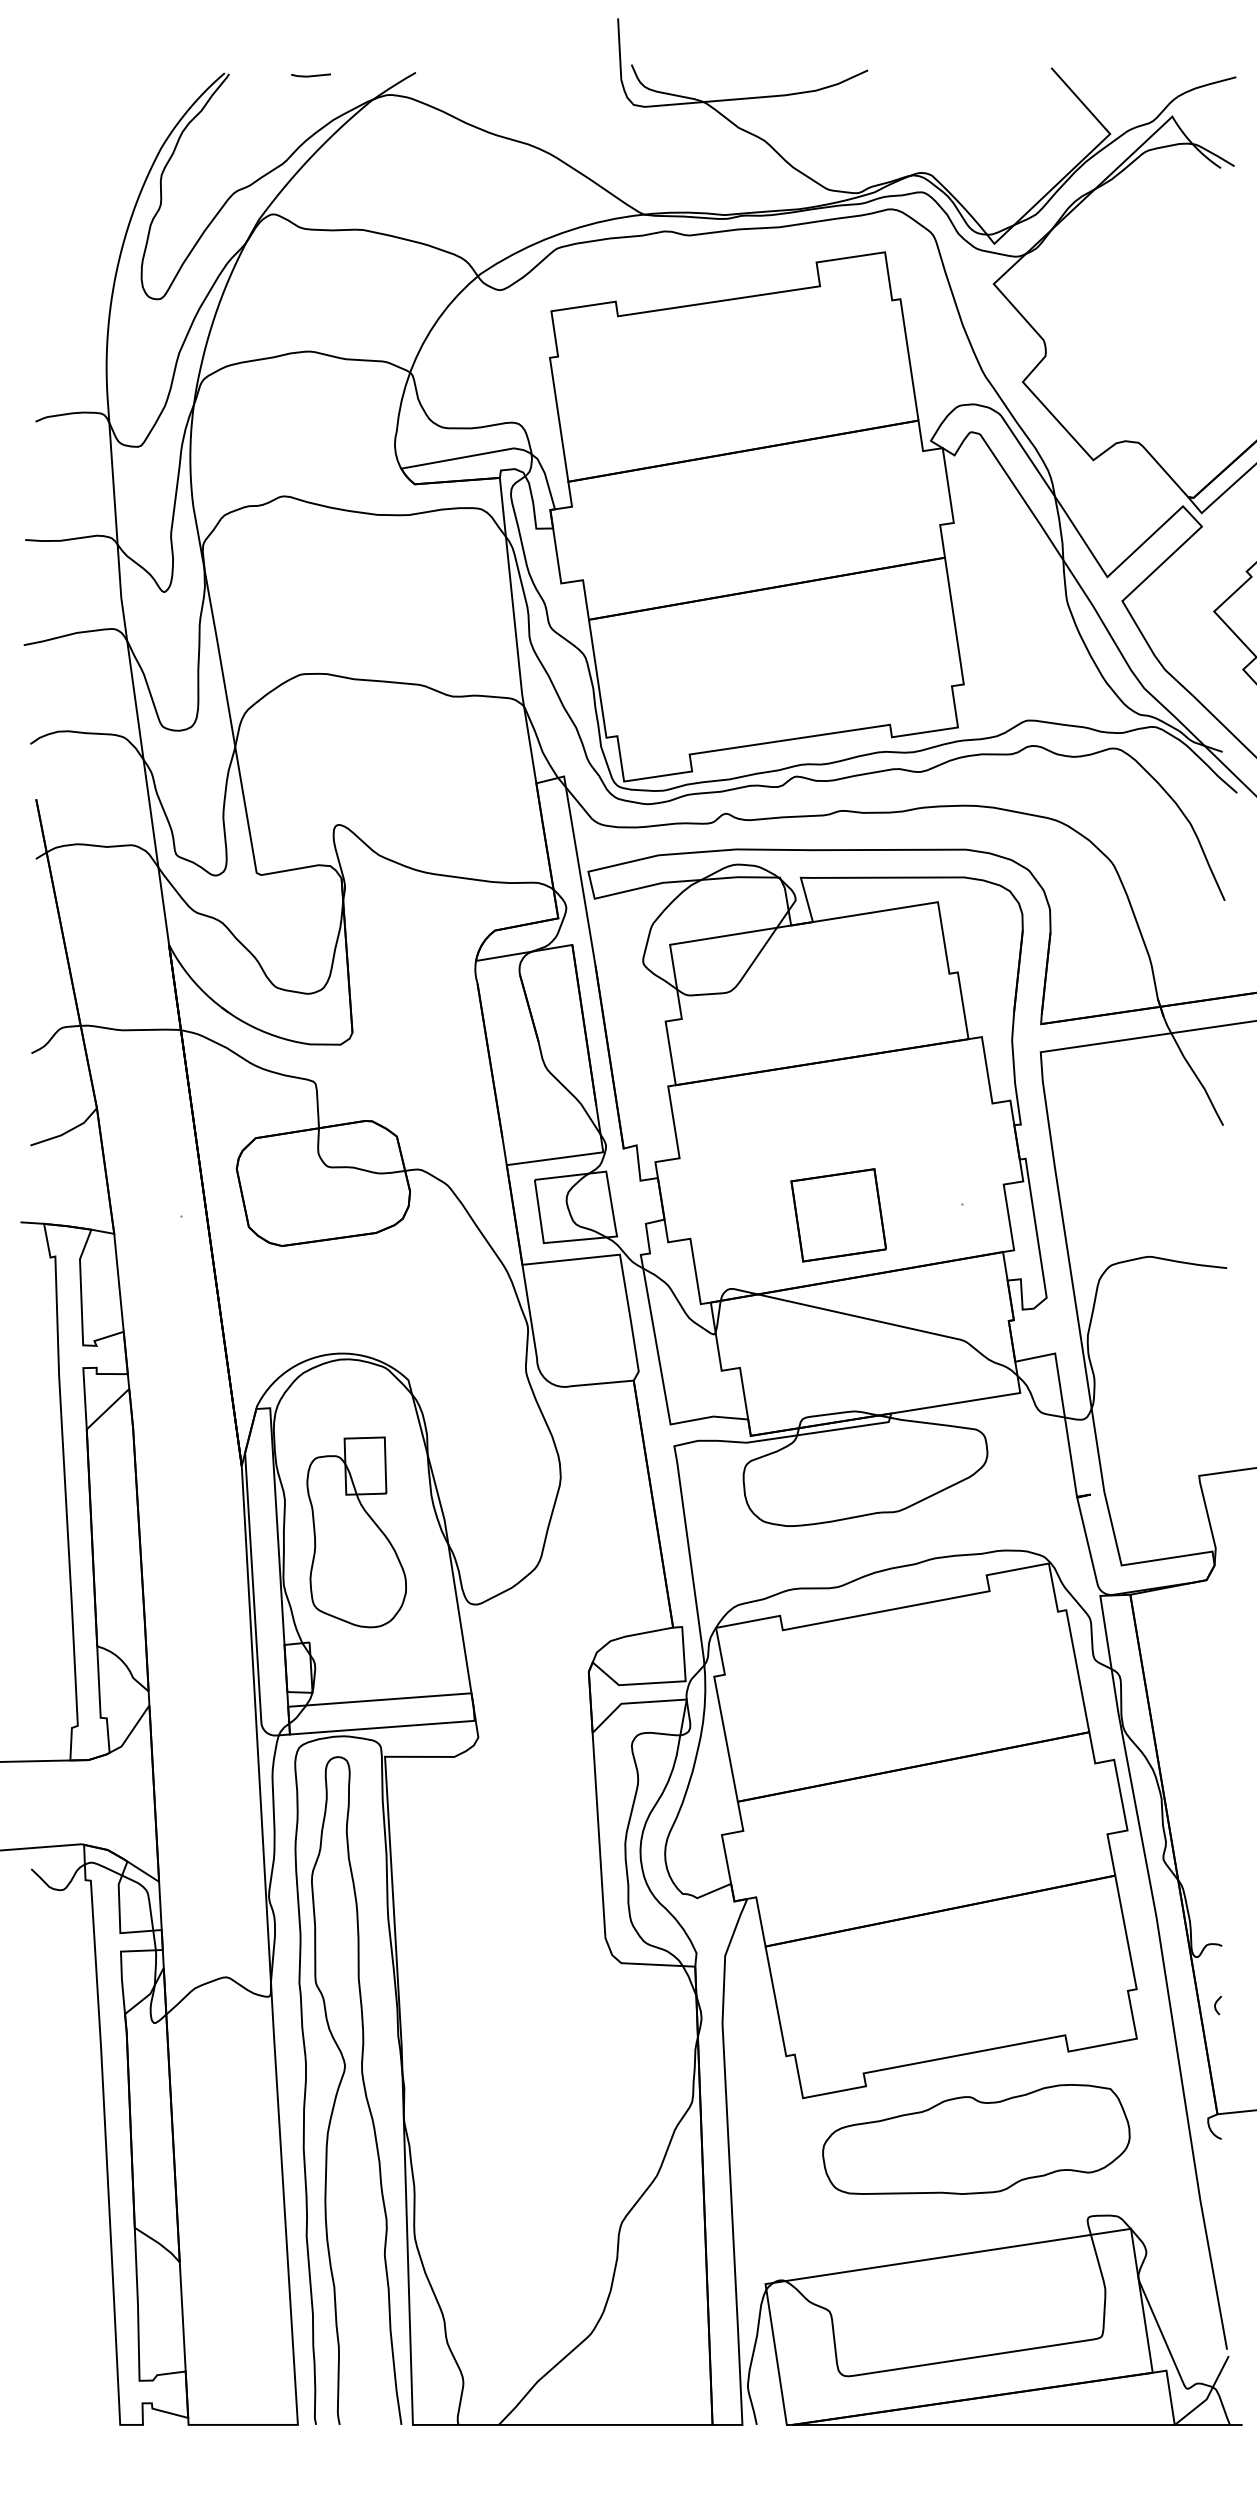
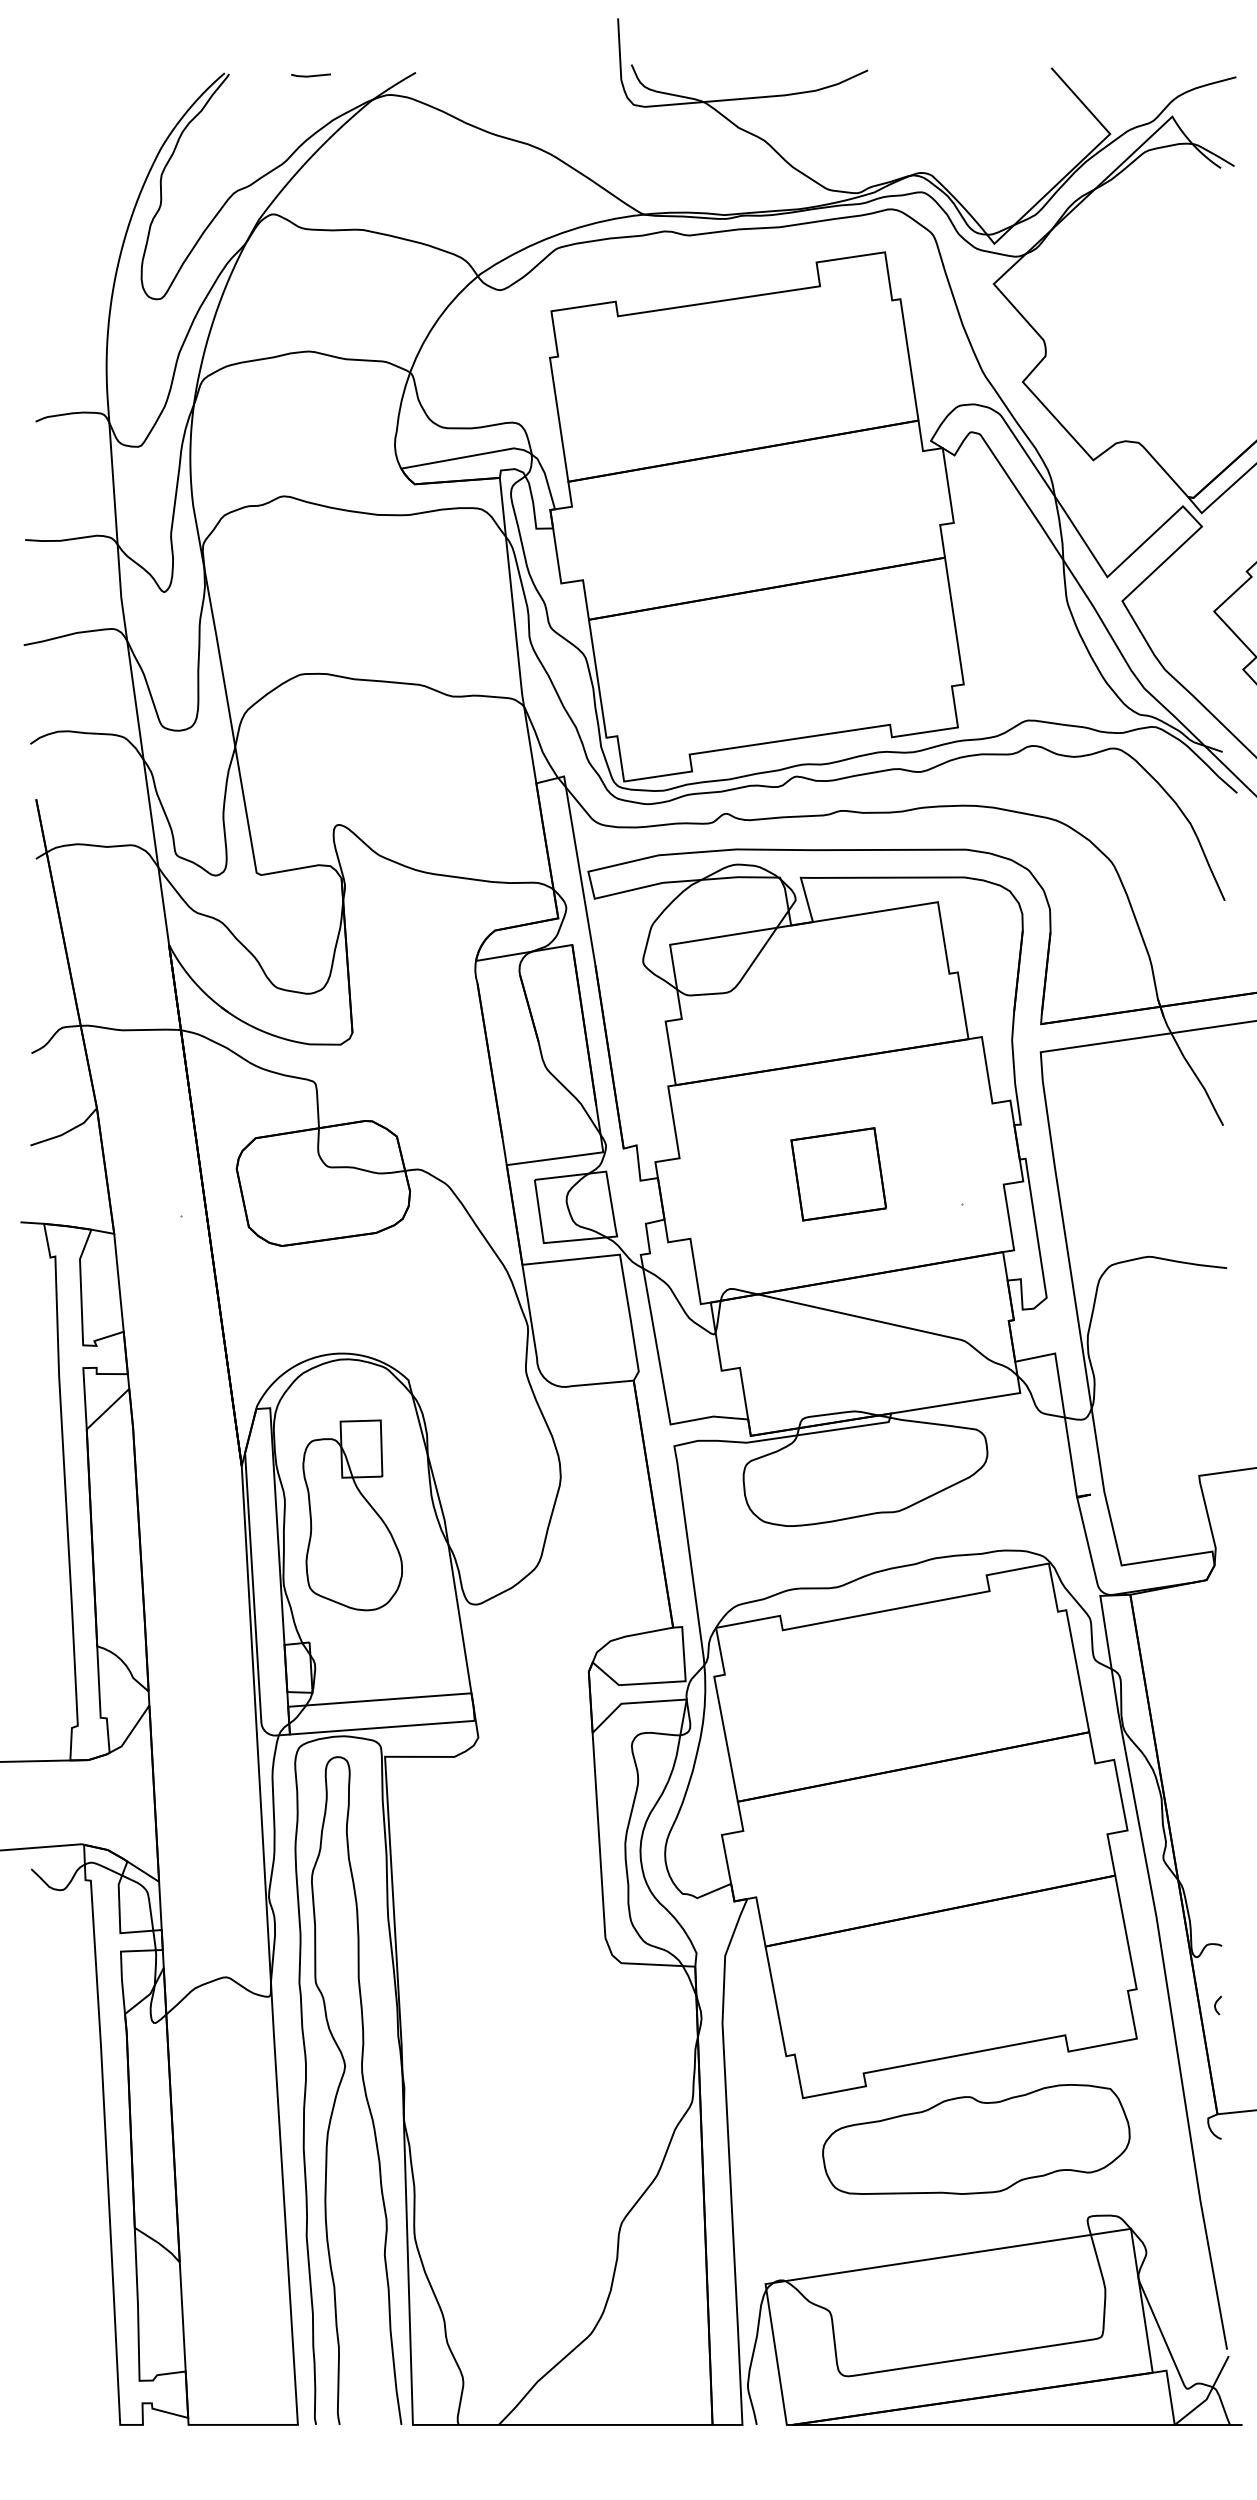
part at (838, 1215) position: (838, 1215) -> (838, 1174)
part at (356, 1532) position: (356, 1532) -> (352, 1515)
